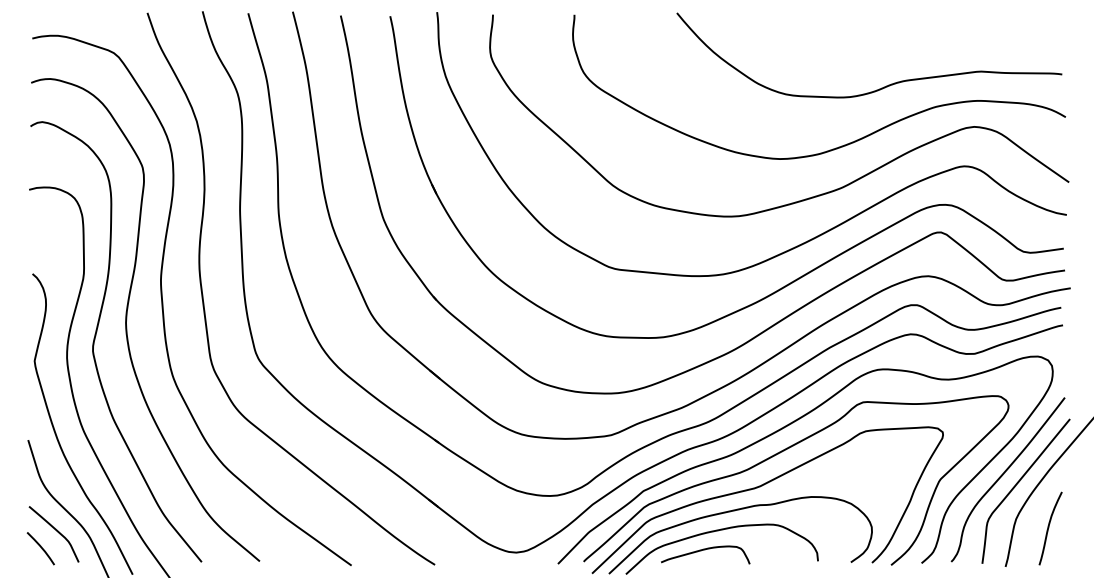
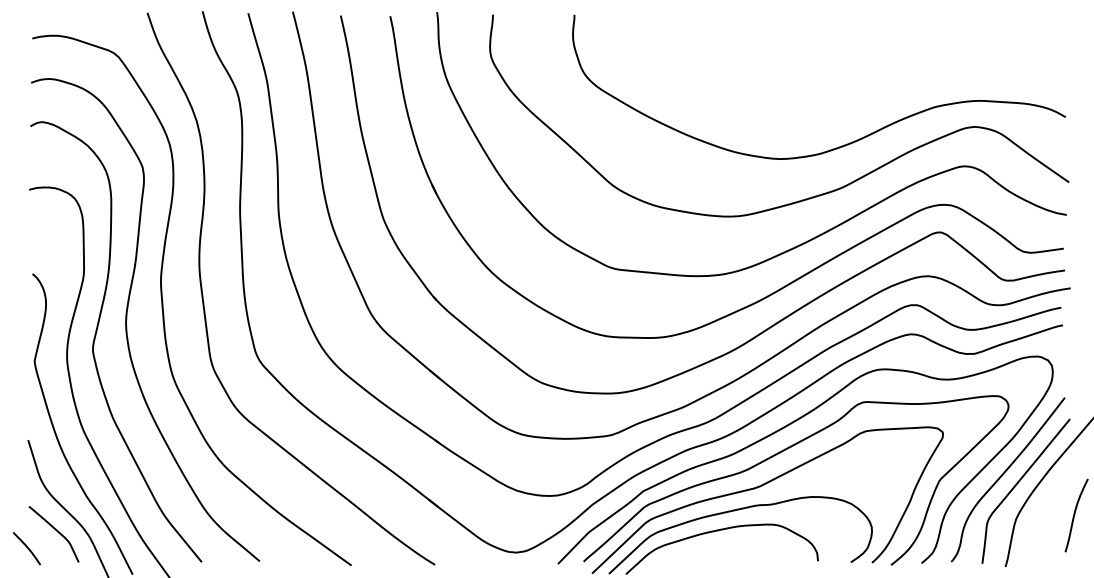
curve at (881, 87): present -> none
curve at (1049, 527) position: (1049, 527) -> (1075, 514)
curve at (40, 547) position: (40, 547) -> (26, 547)
curve at (705, 550): present -> none
